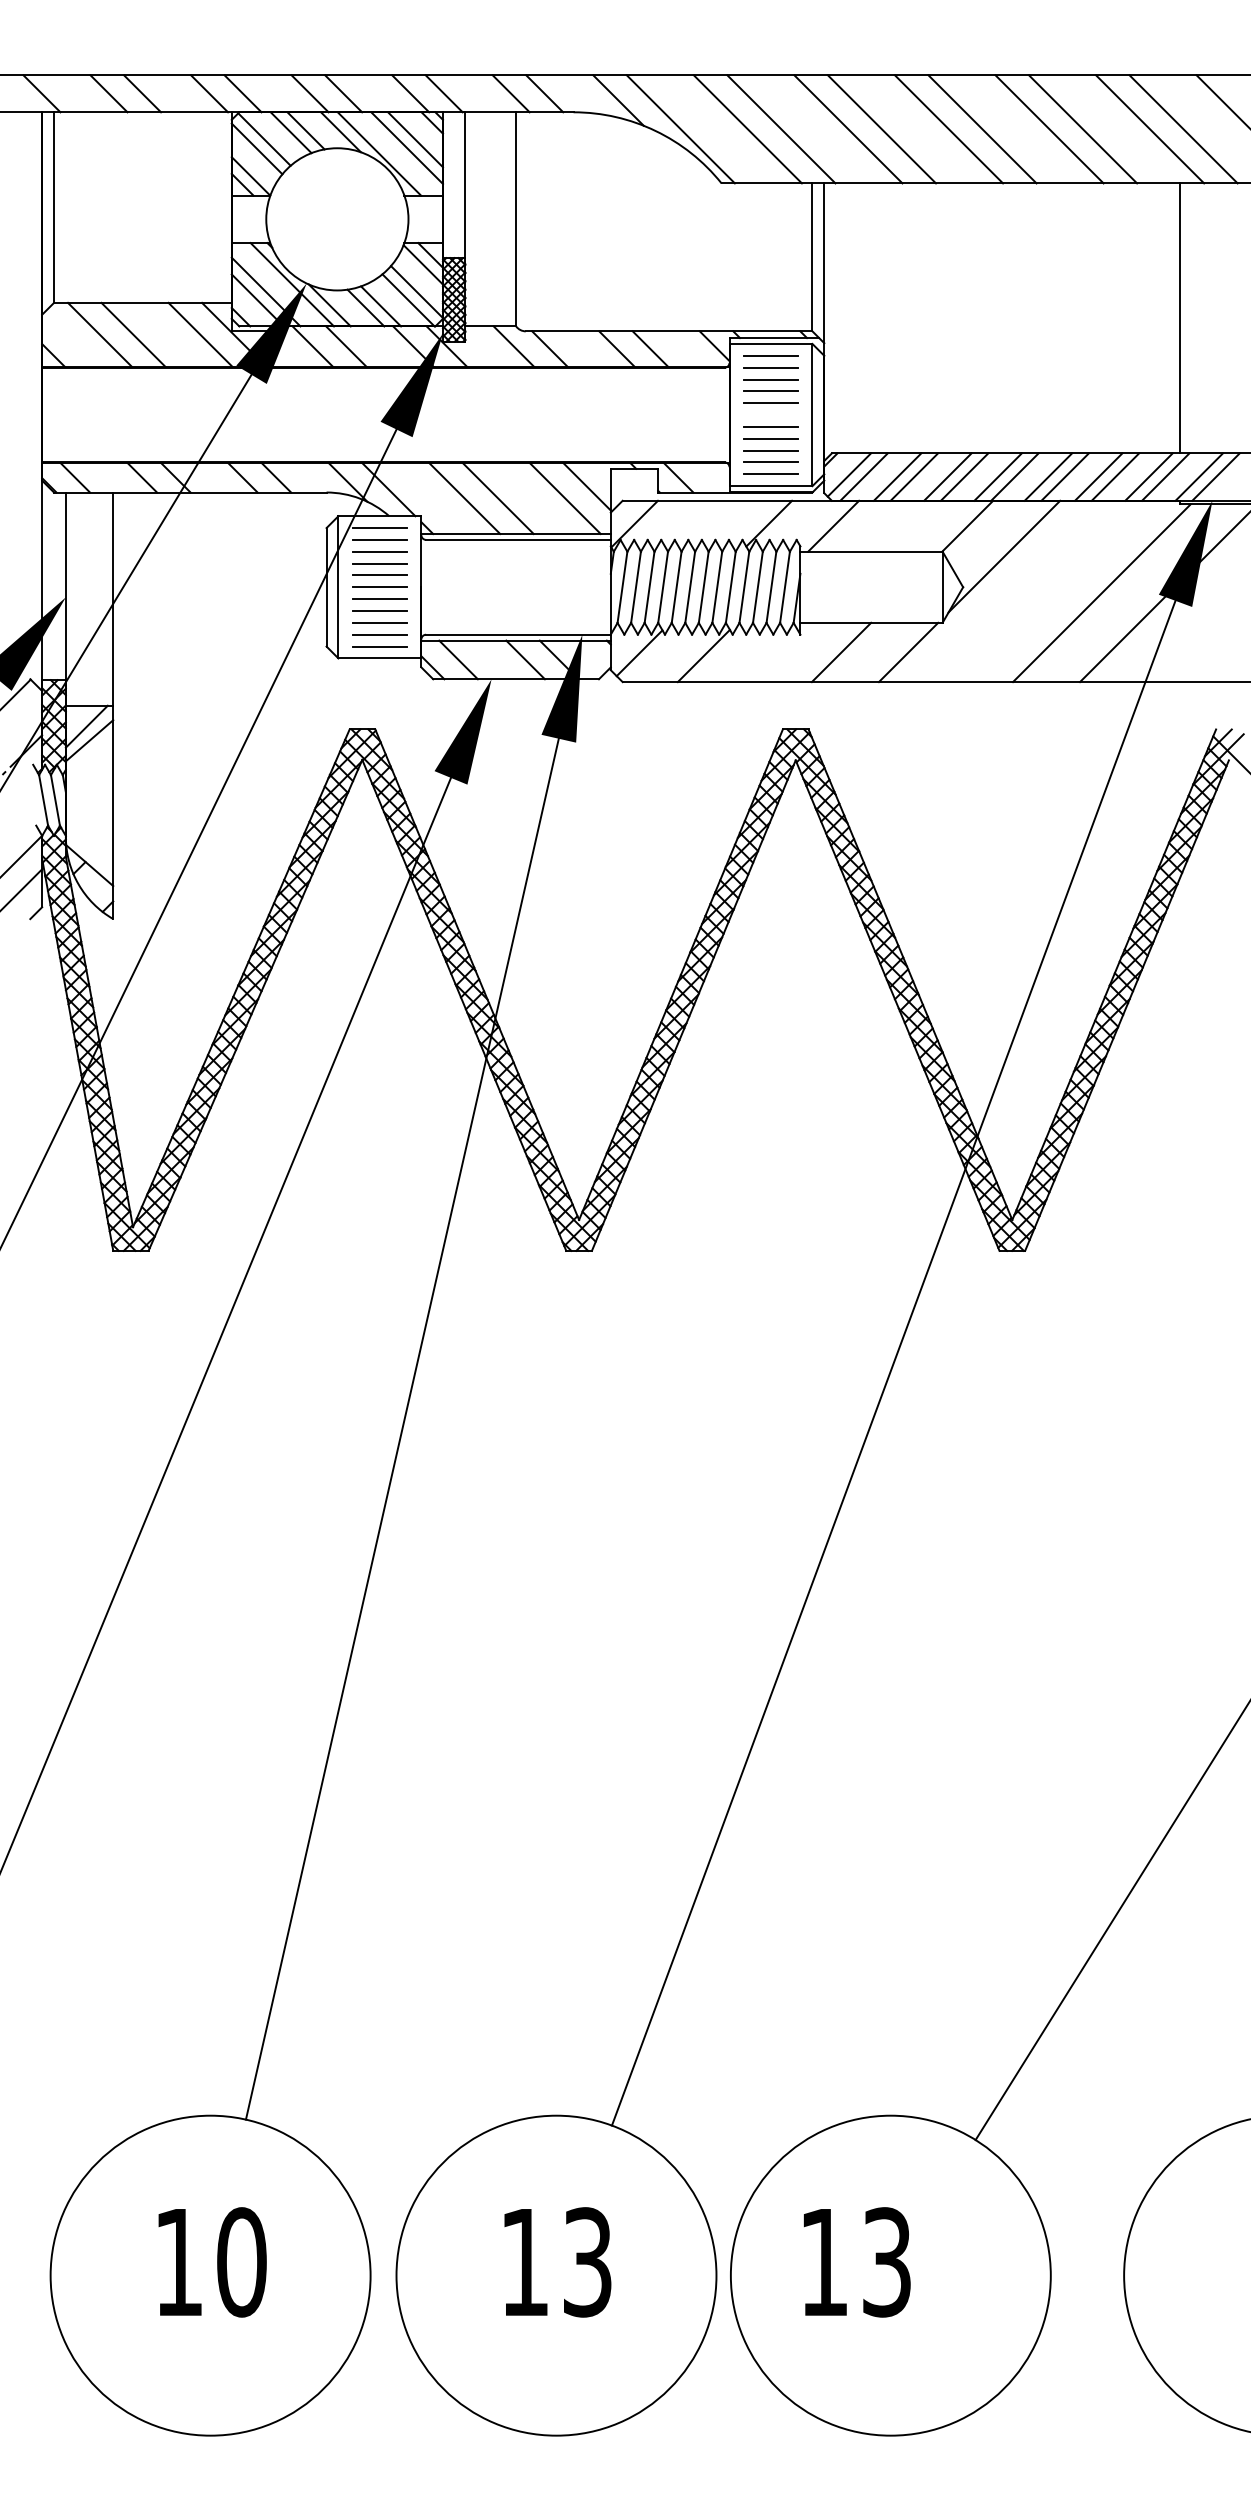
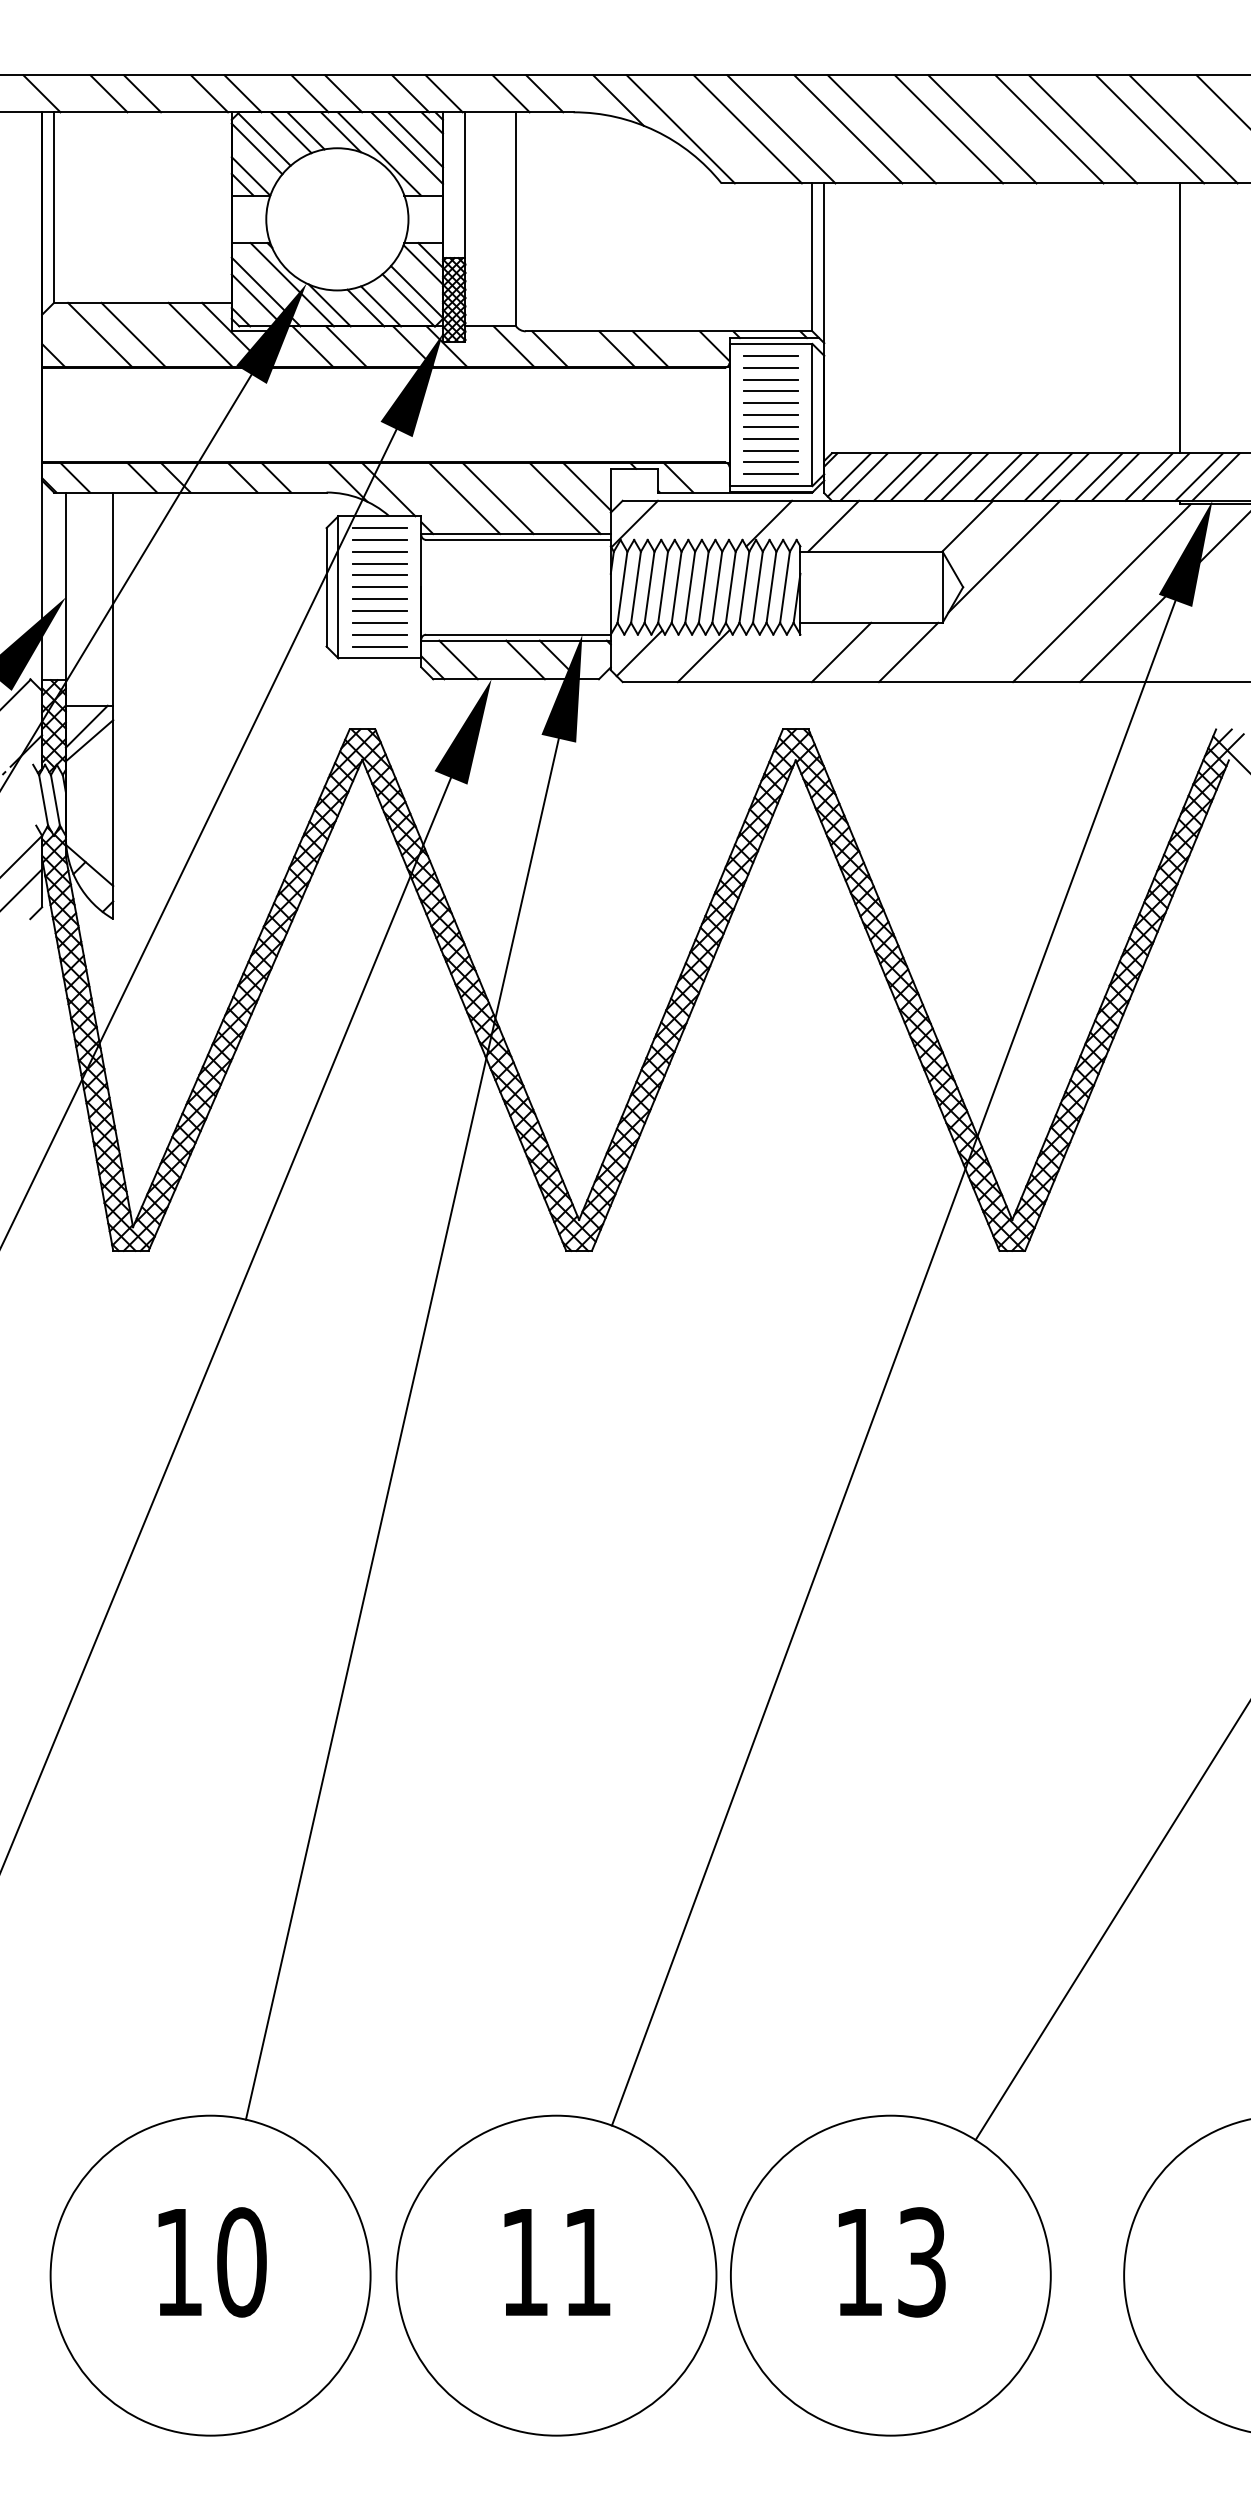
line at (770, 415): none -> present
text at (587, 2262): 13 -> 11
text at (857, 2262) position: (857, 2262) -> (892, 2262)
